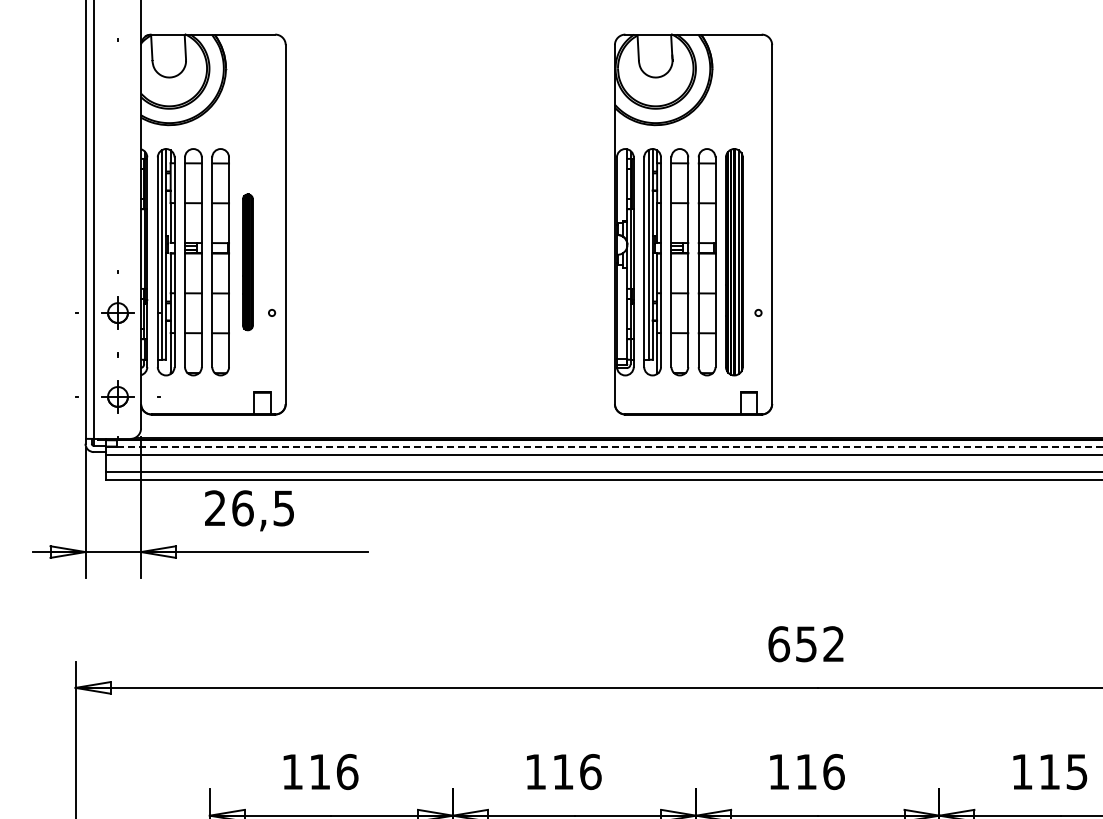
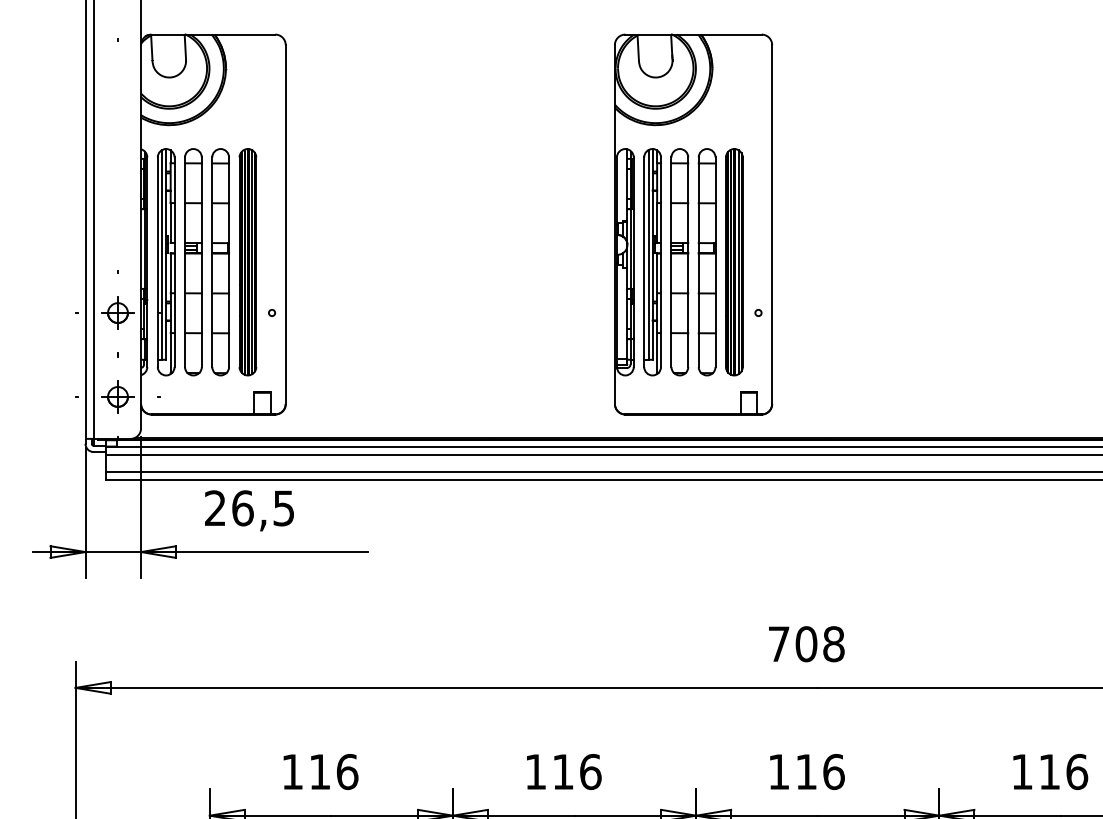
part at (247, 262) size: 12x139 px -> 20x229 px
line at (609, 446): dashed -> solid
text at (806, 644): 652 -> 708
text at (1077, 772): 115 -> 116
